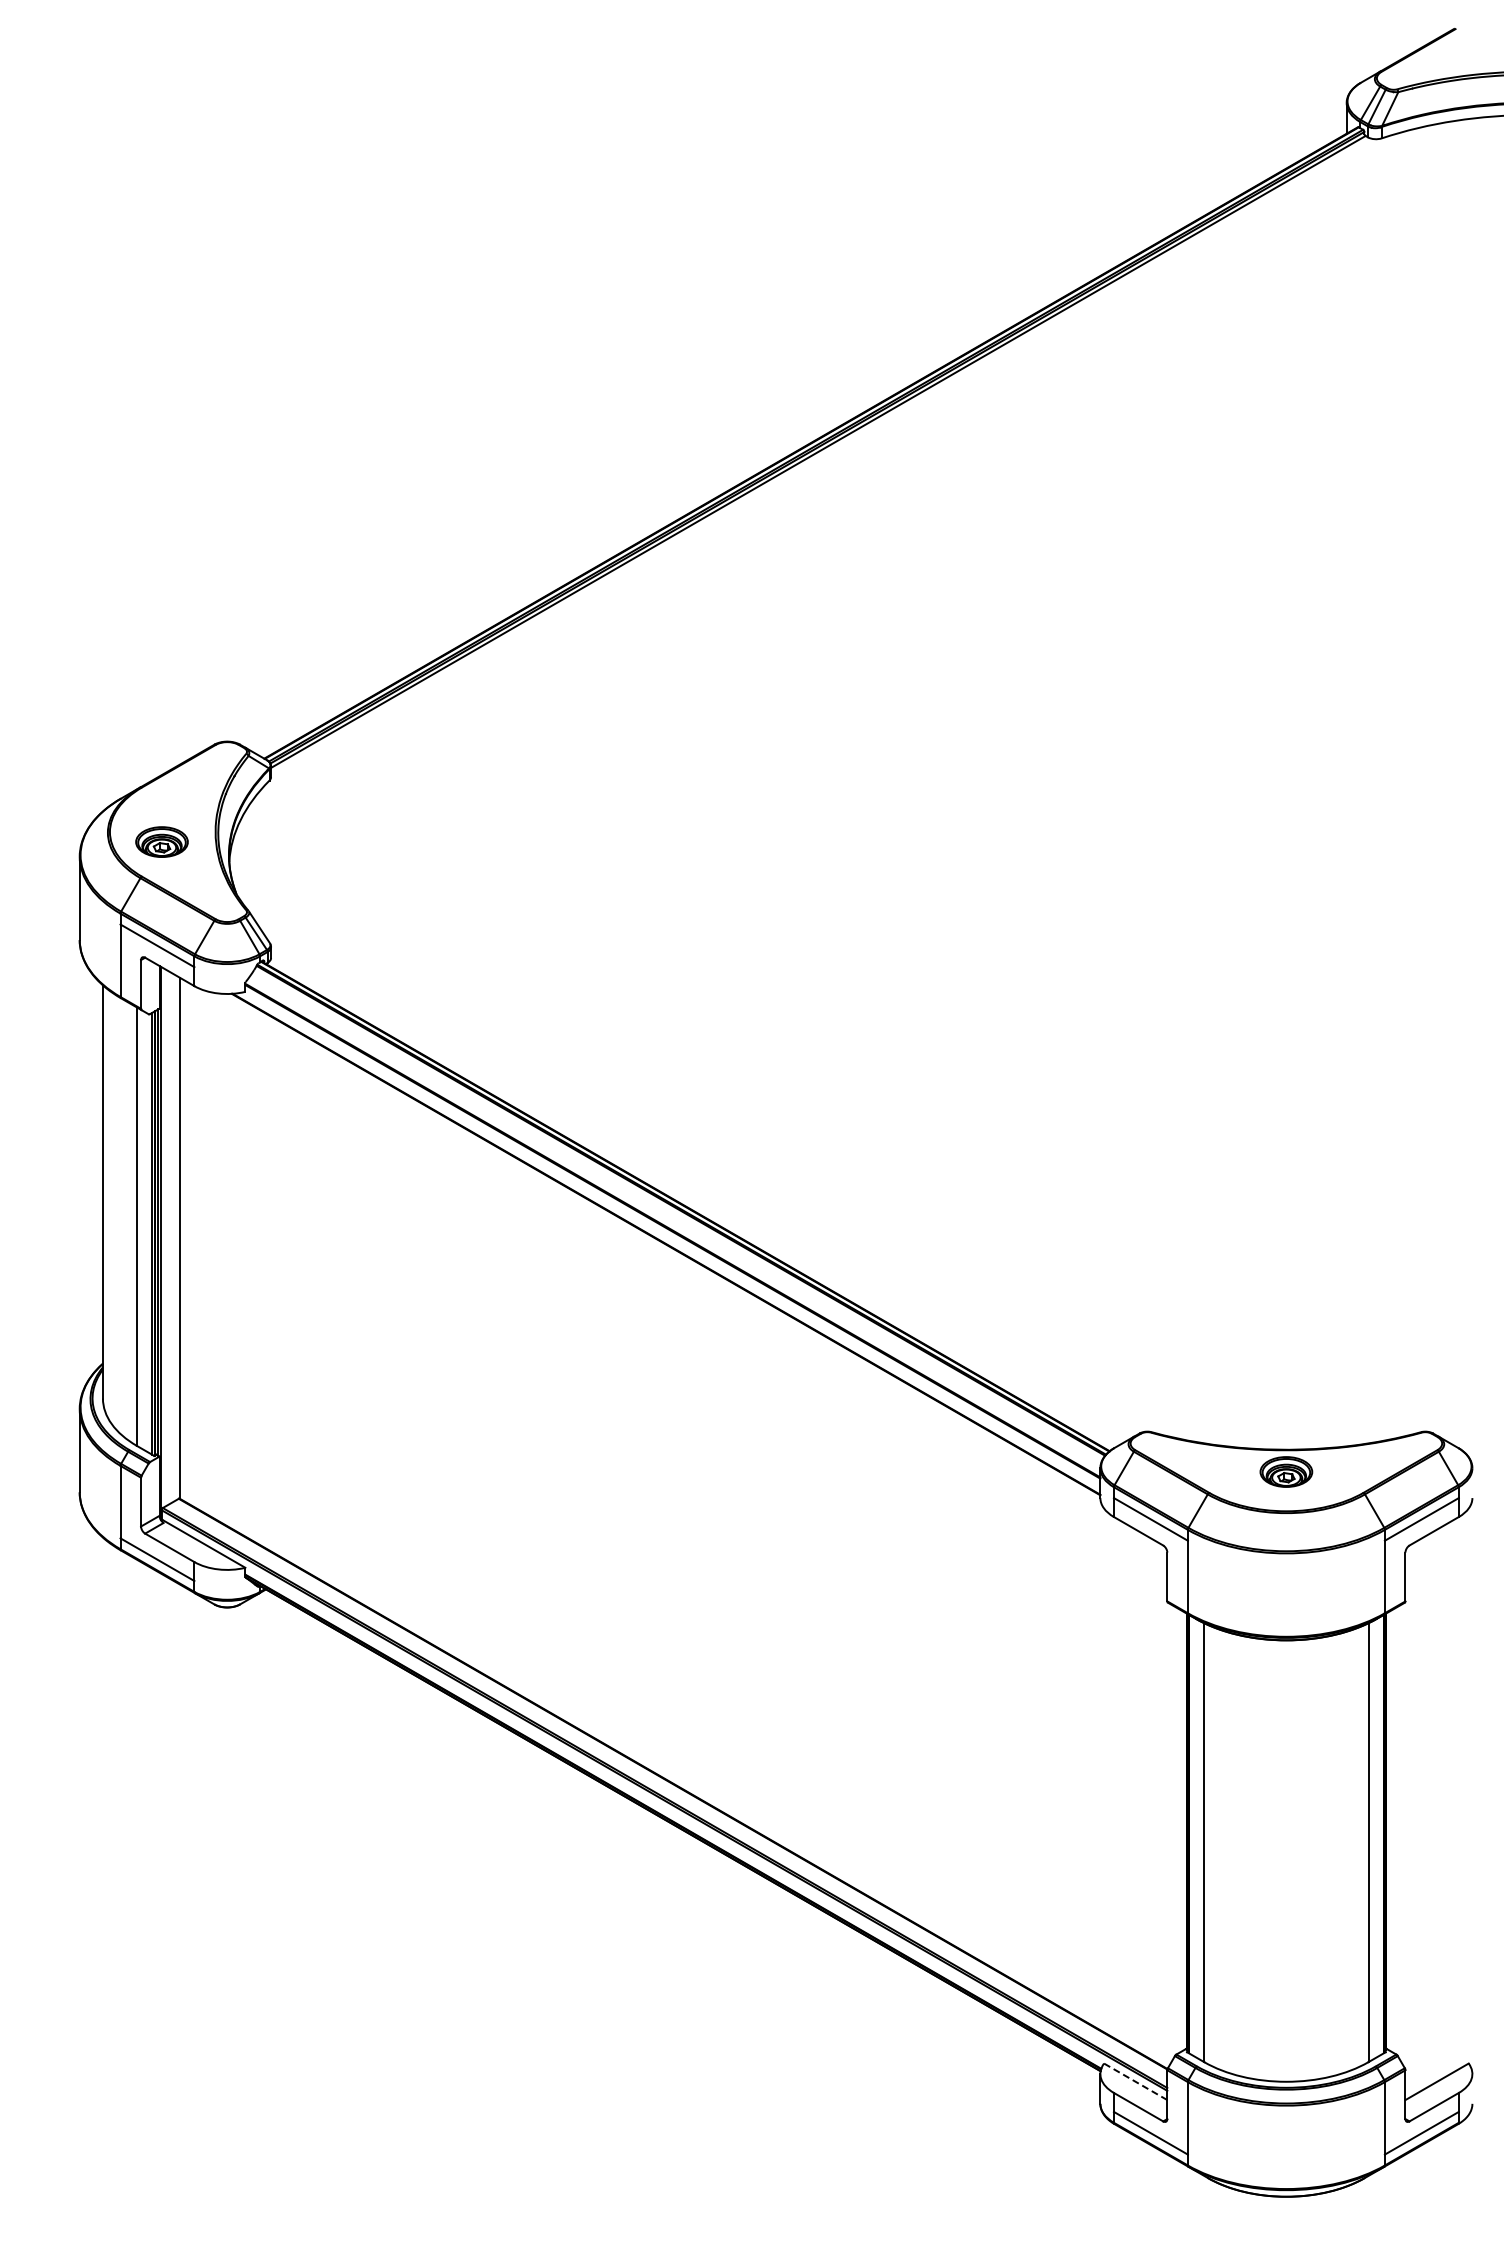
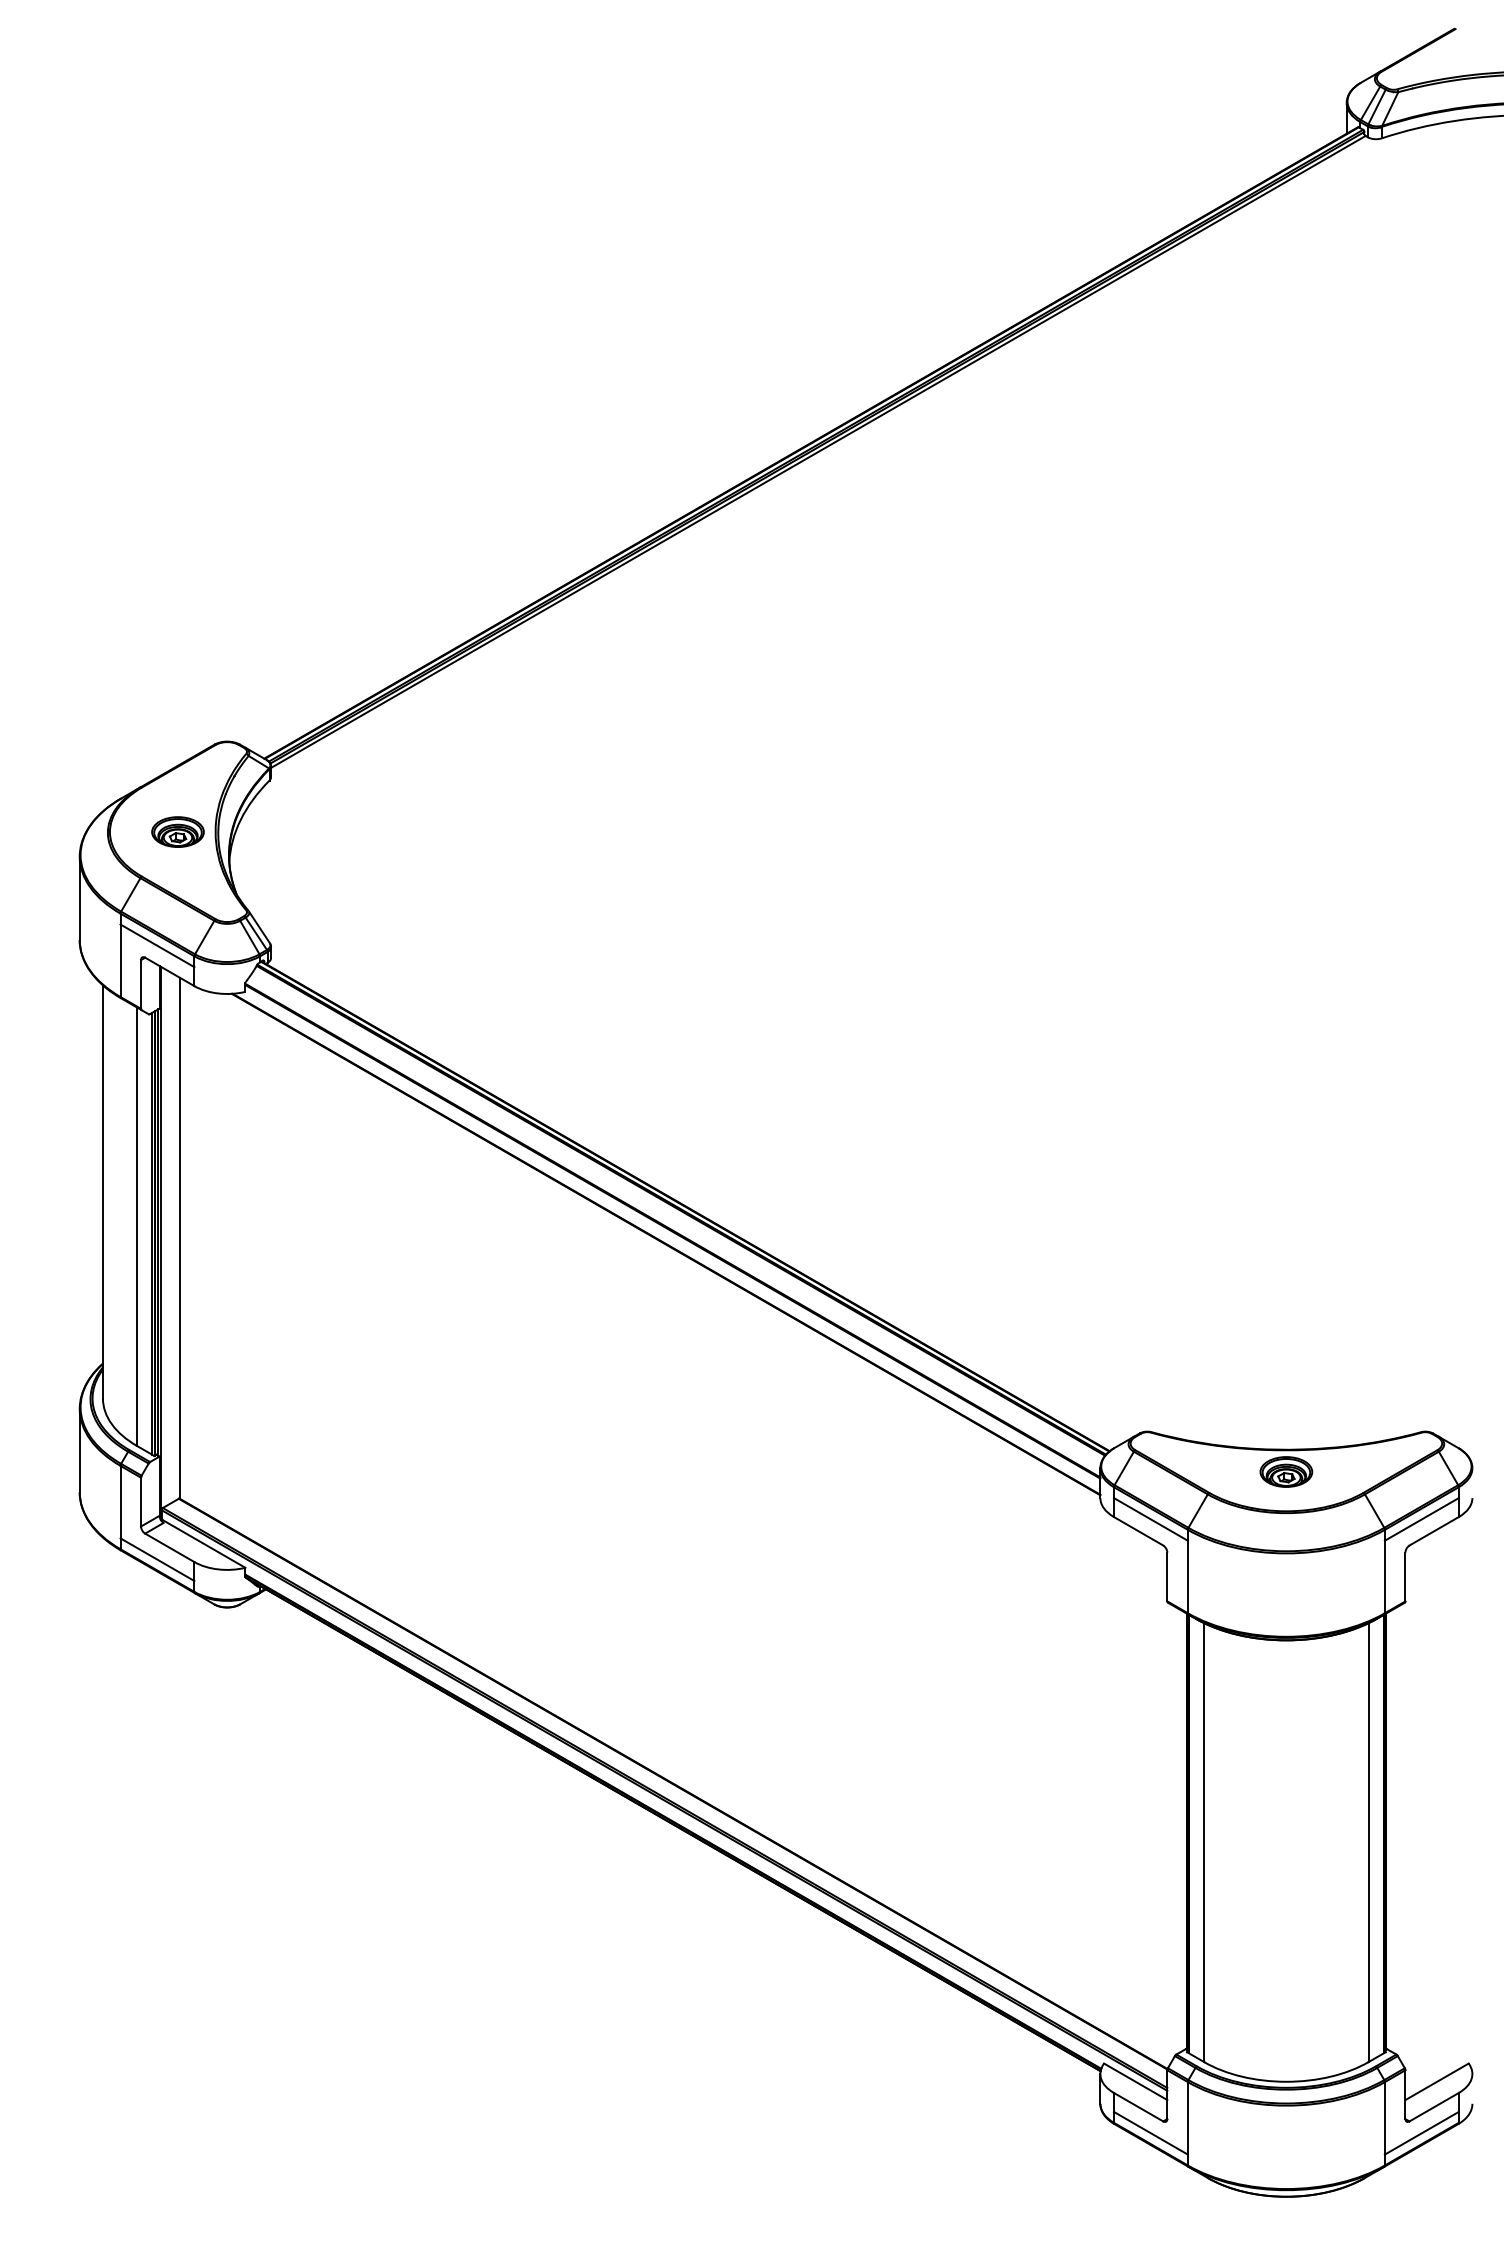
part at (161, 841) position: (161, 841) -> (177, 831)
line at (1135, 2081): dashed -> solid
